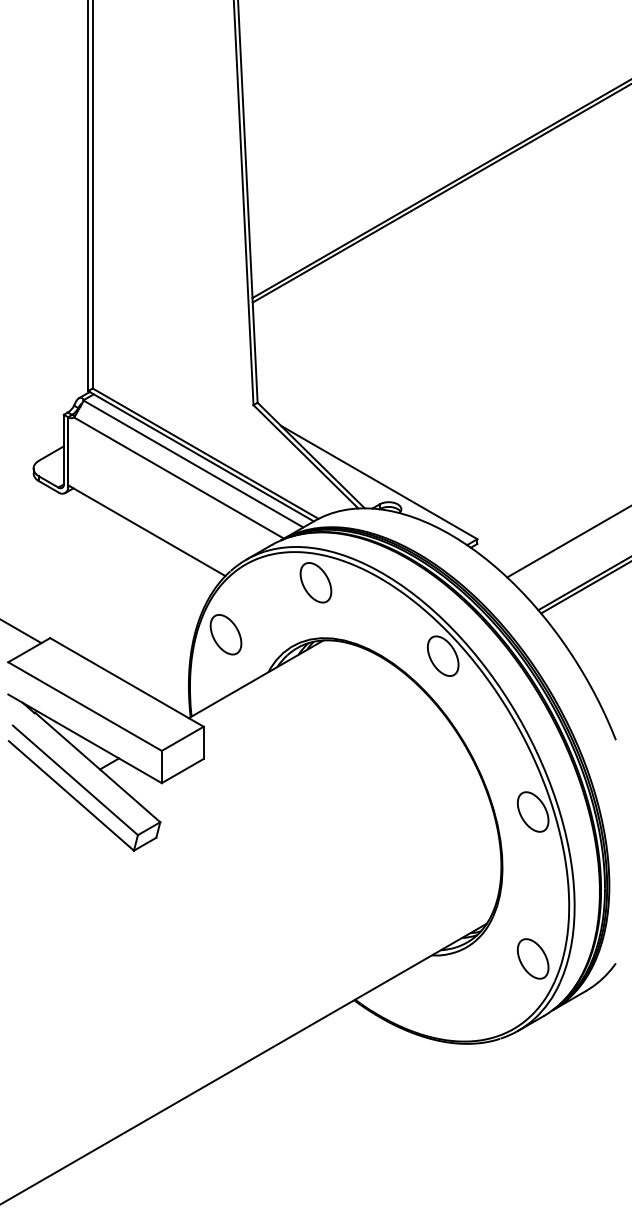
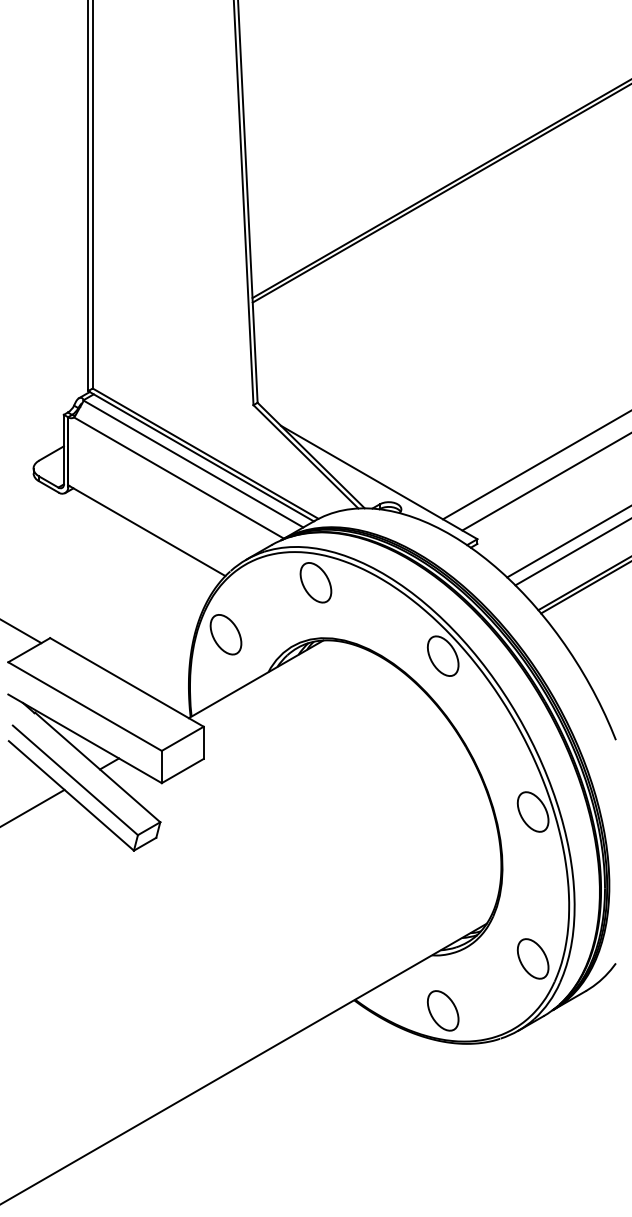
line at (535, 465): none -> present
line at (545, 482): none -> present
line at (571, 552): none -> present
line at (33, 807): none -> present
part at (443, 1010): none -> present
